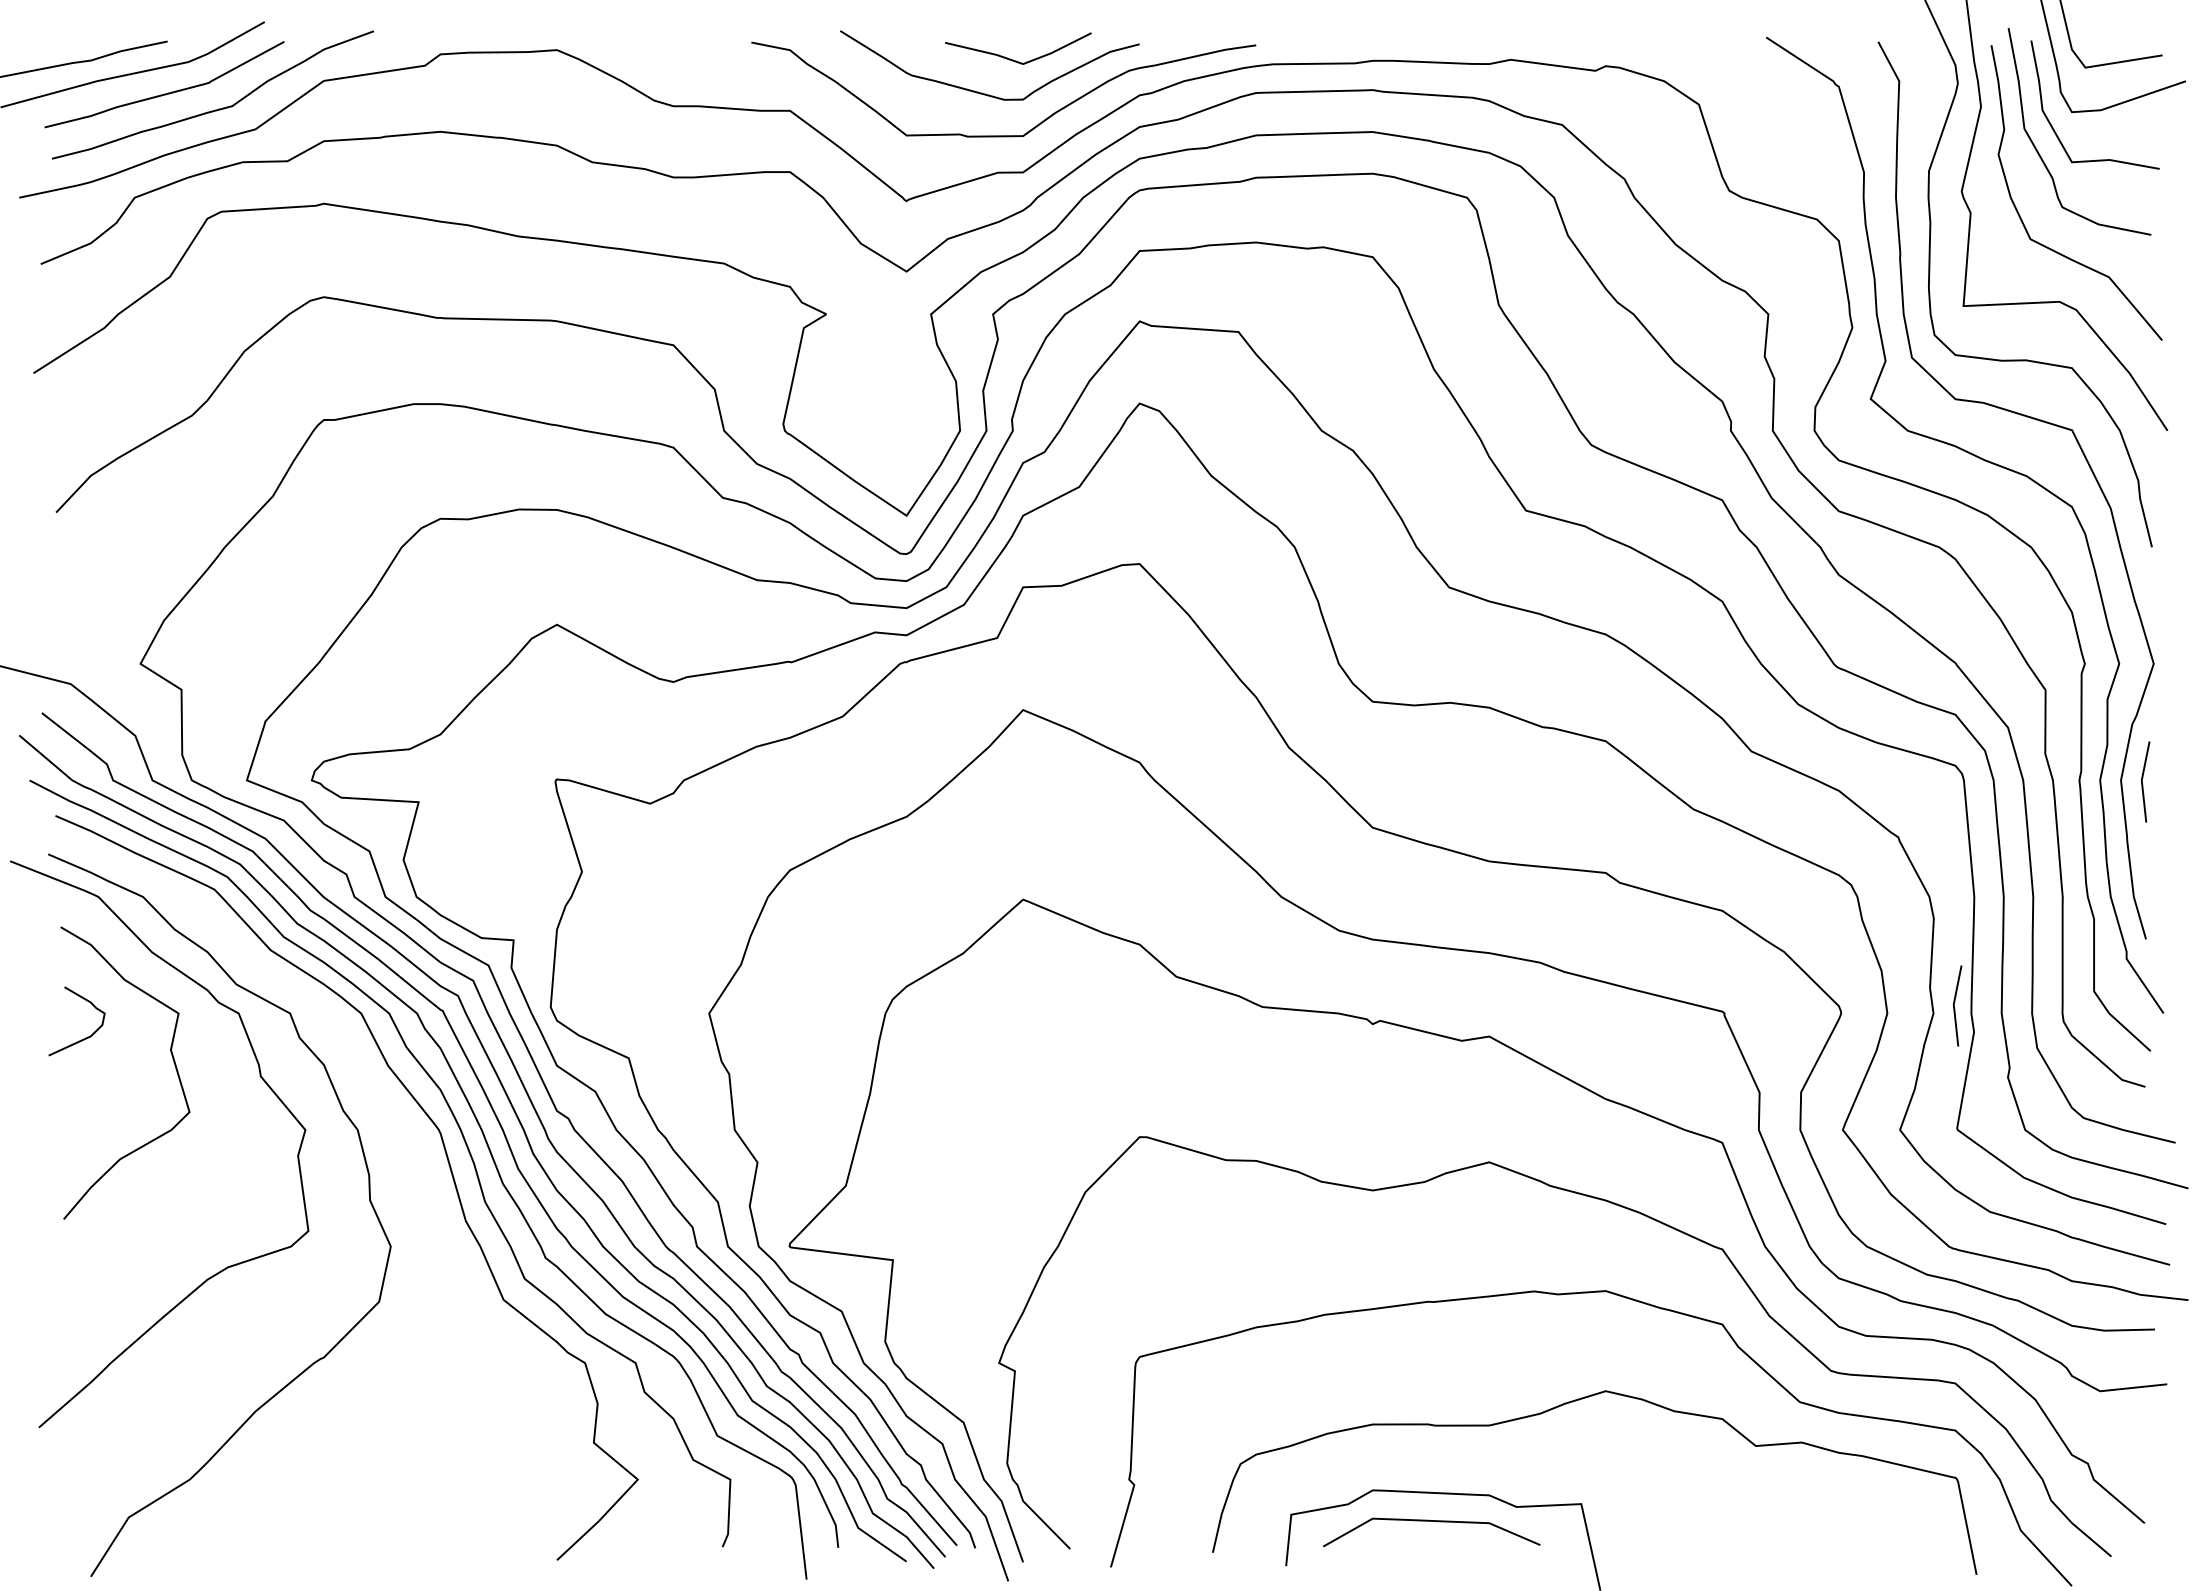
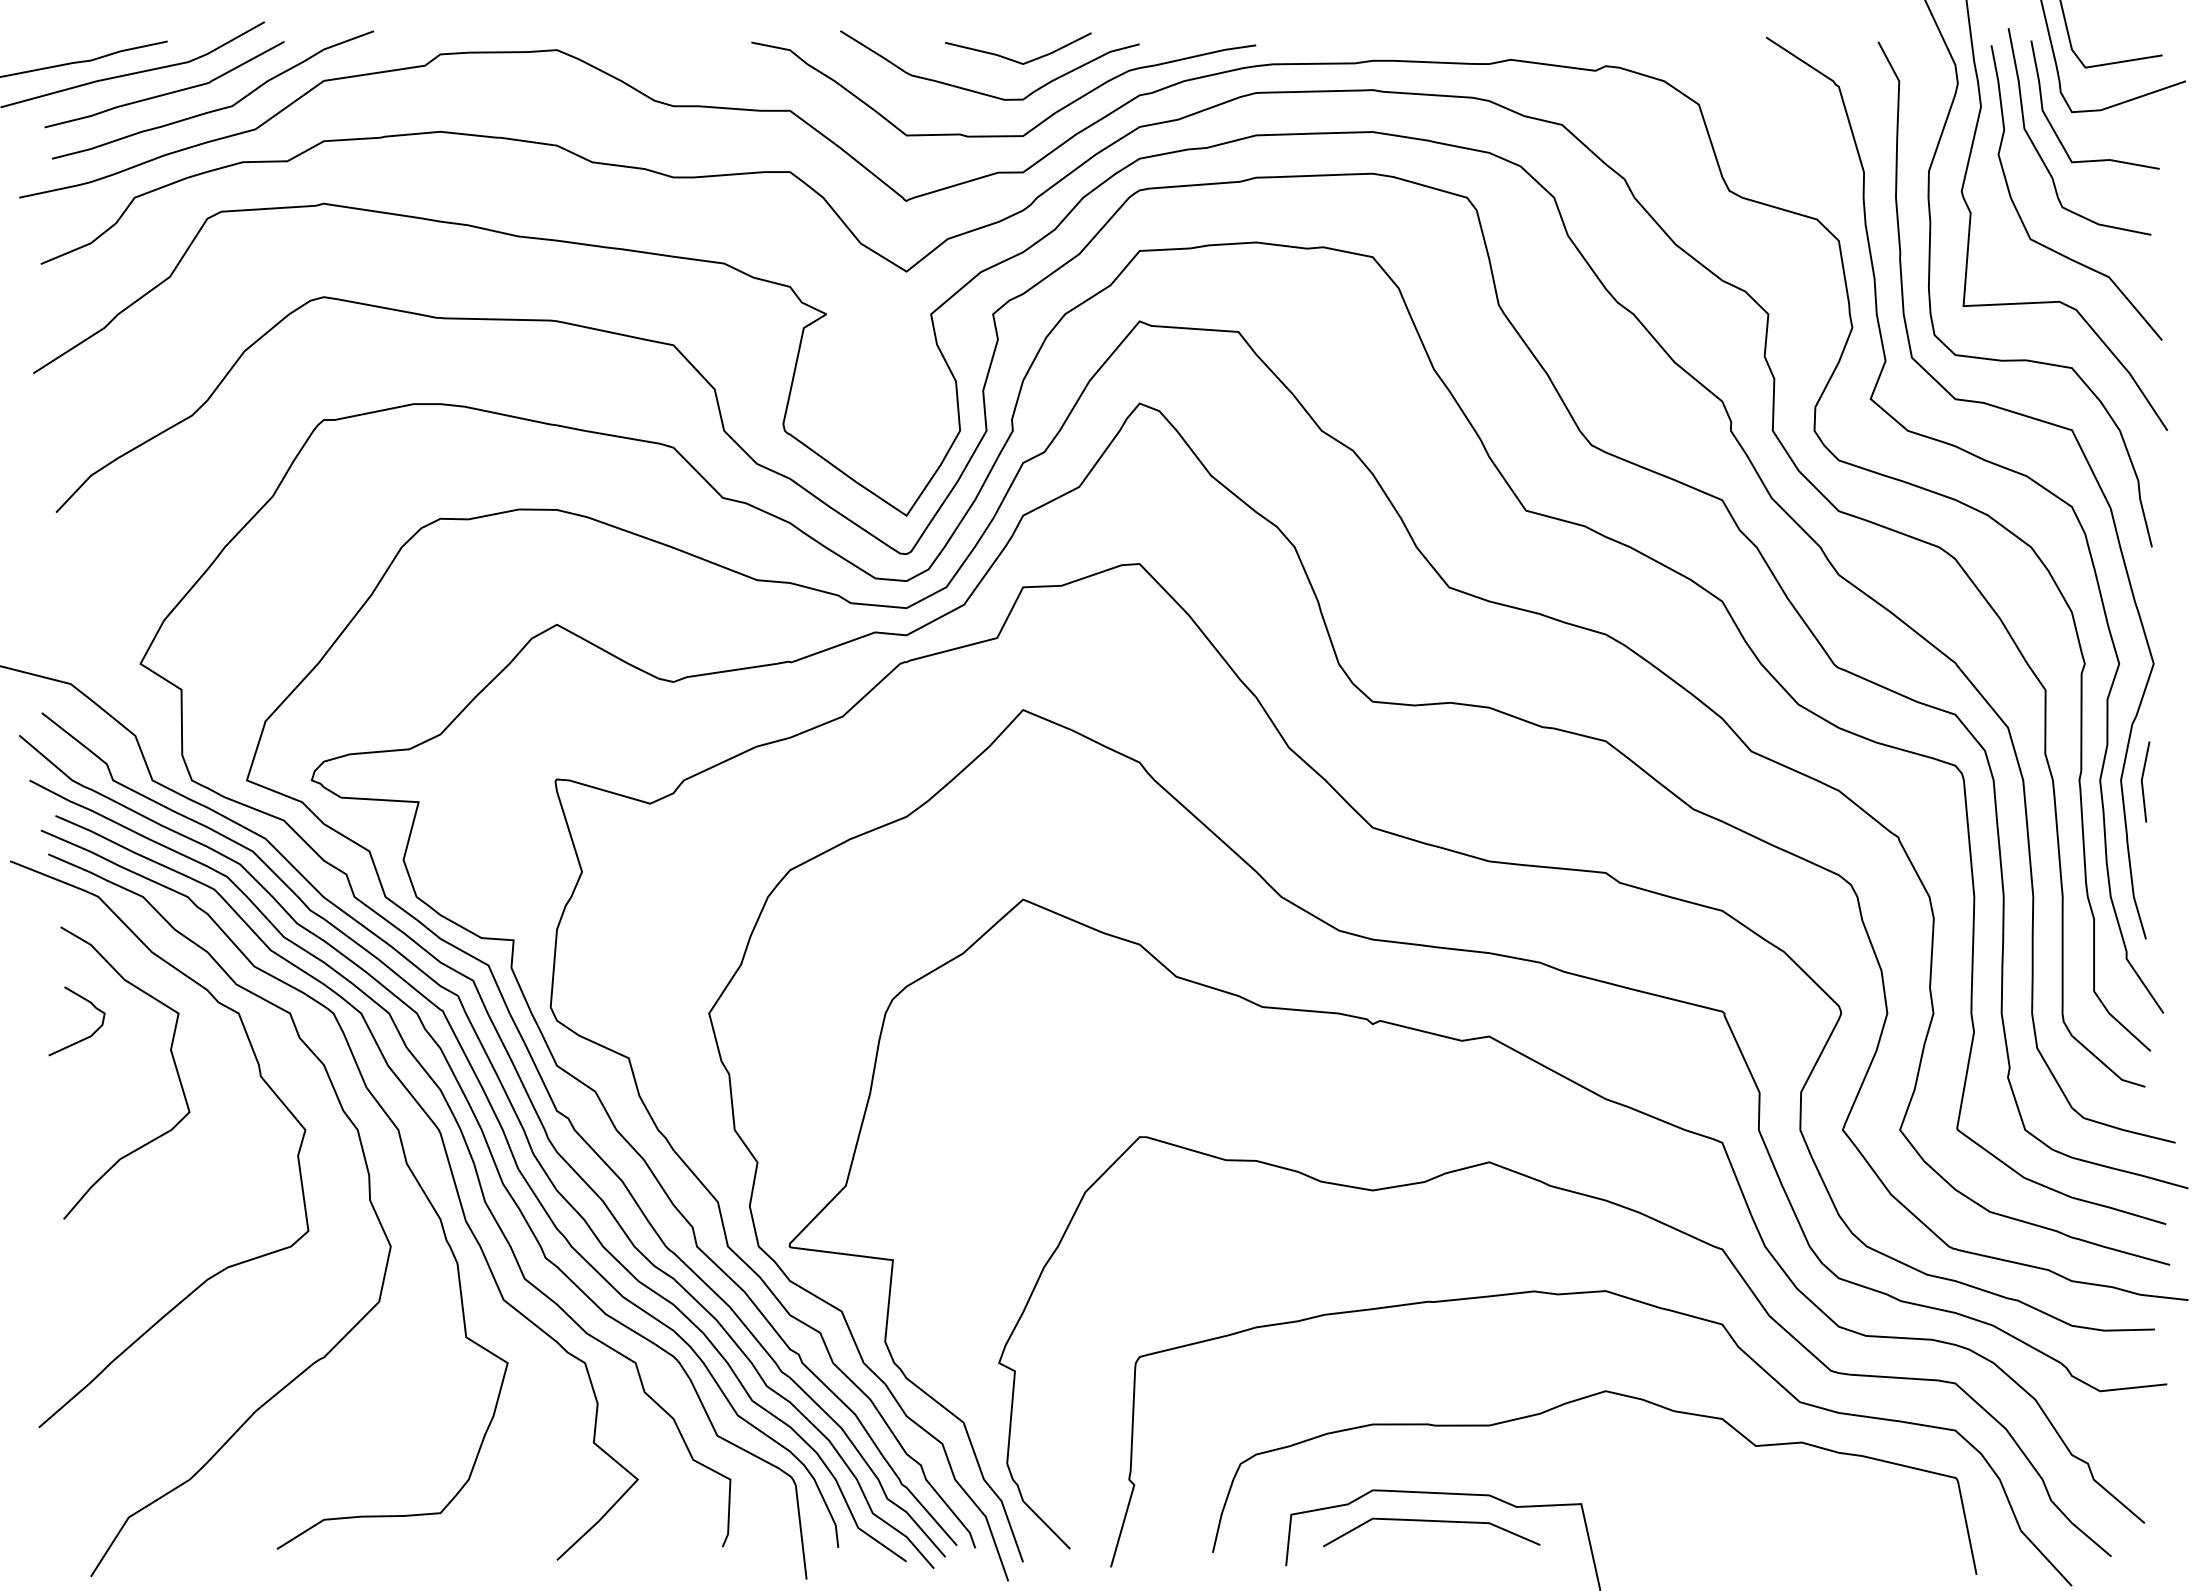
line at (1954, 1005): present -> none
curve at (403, 1155): none -> present
